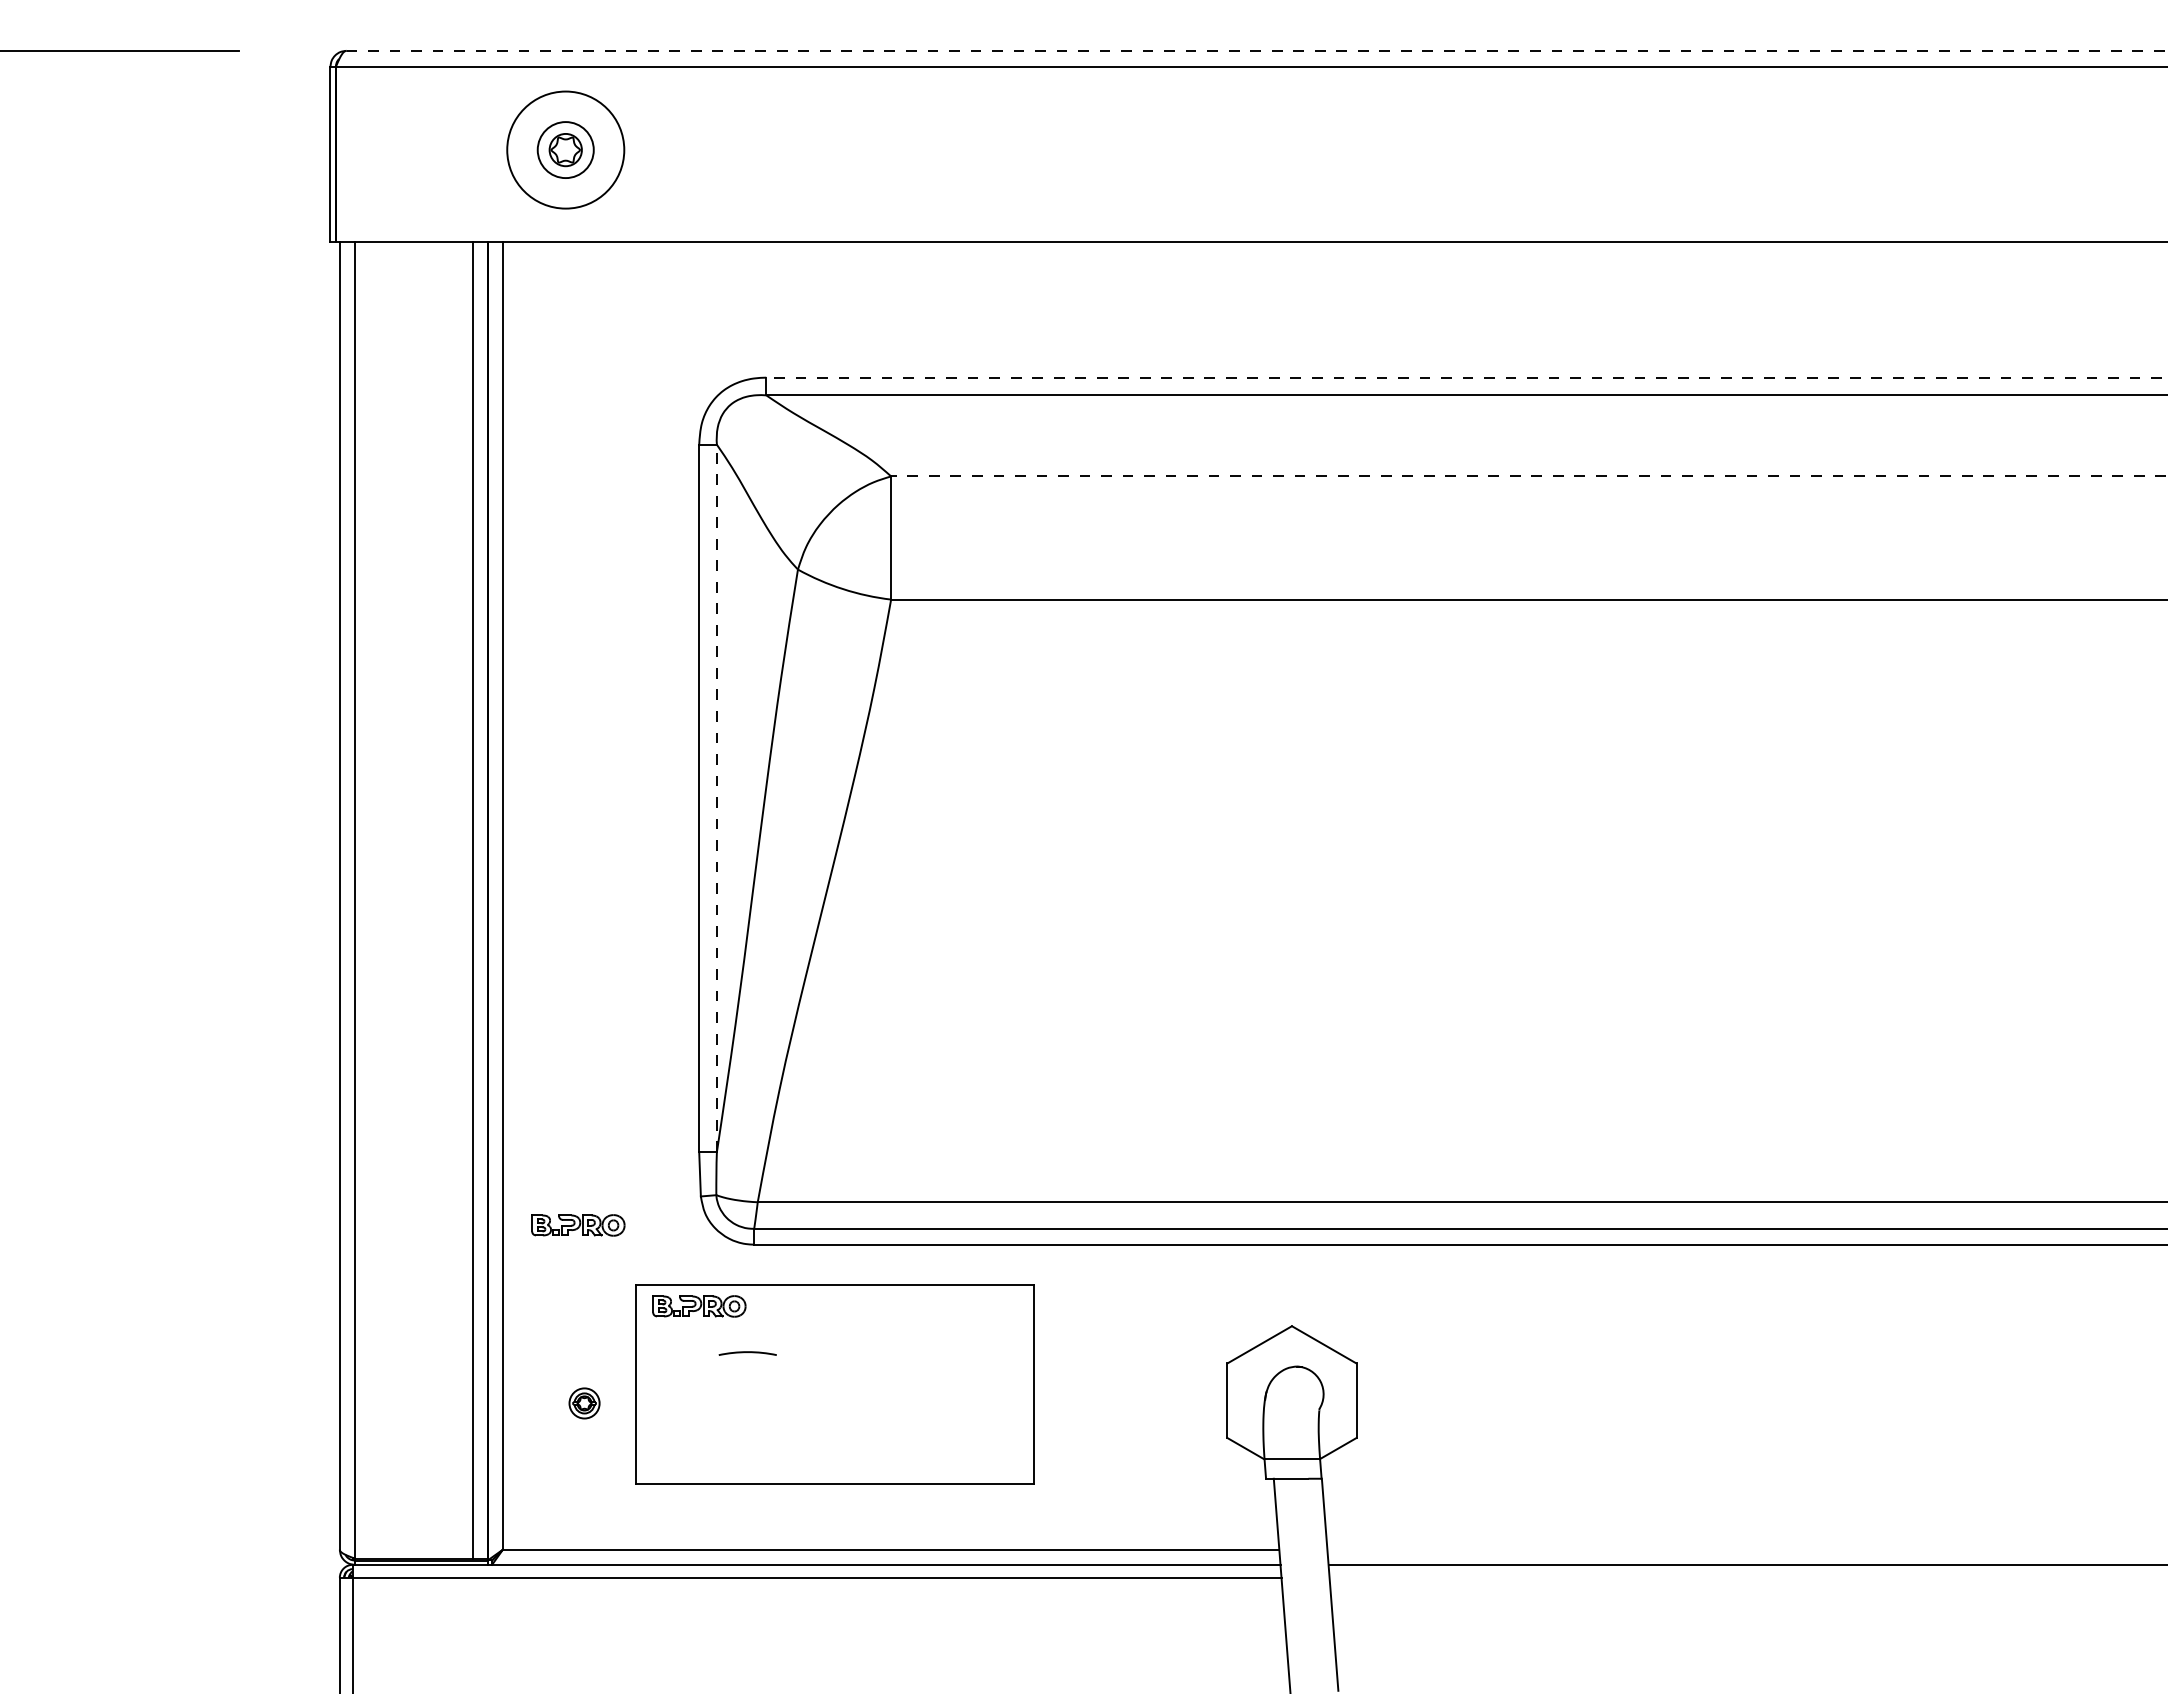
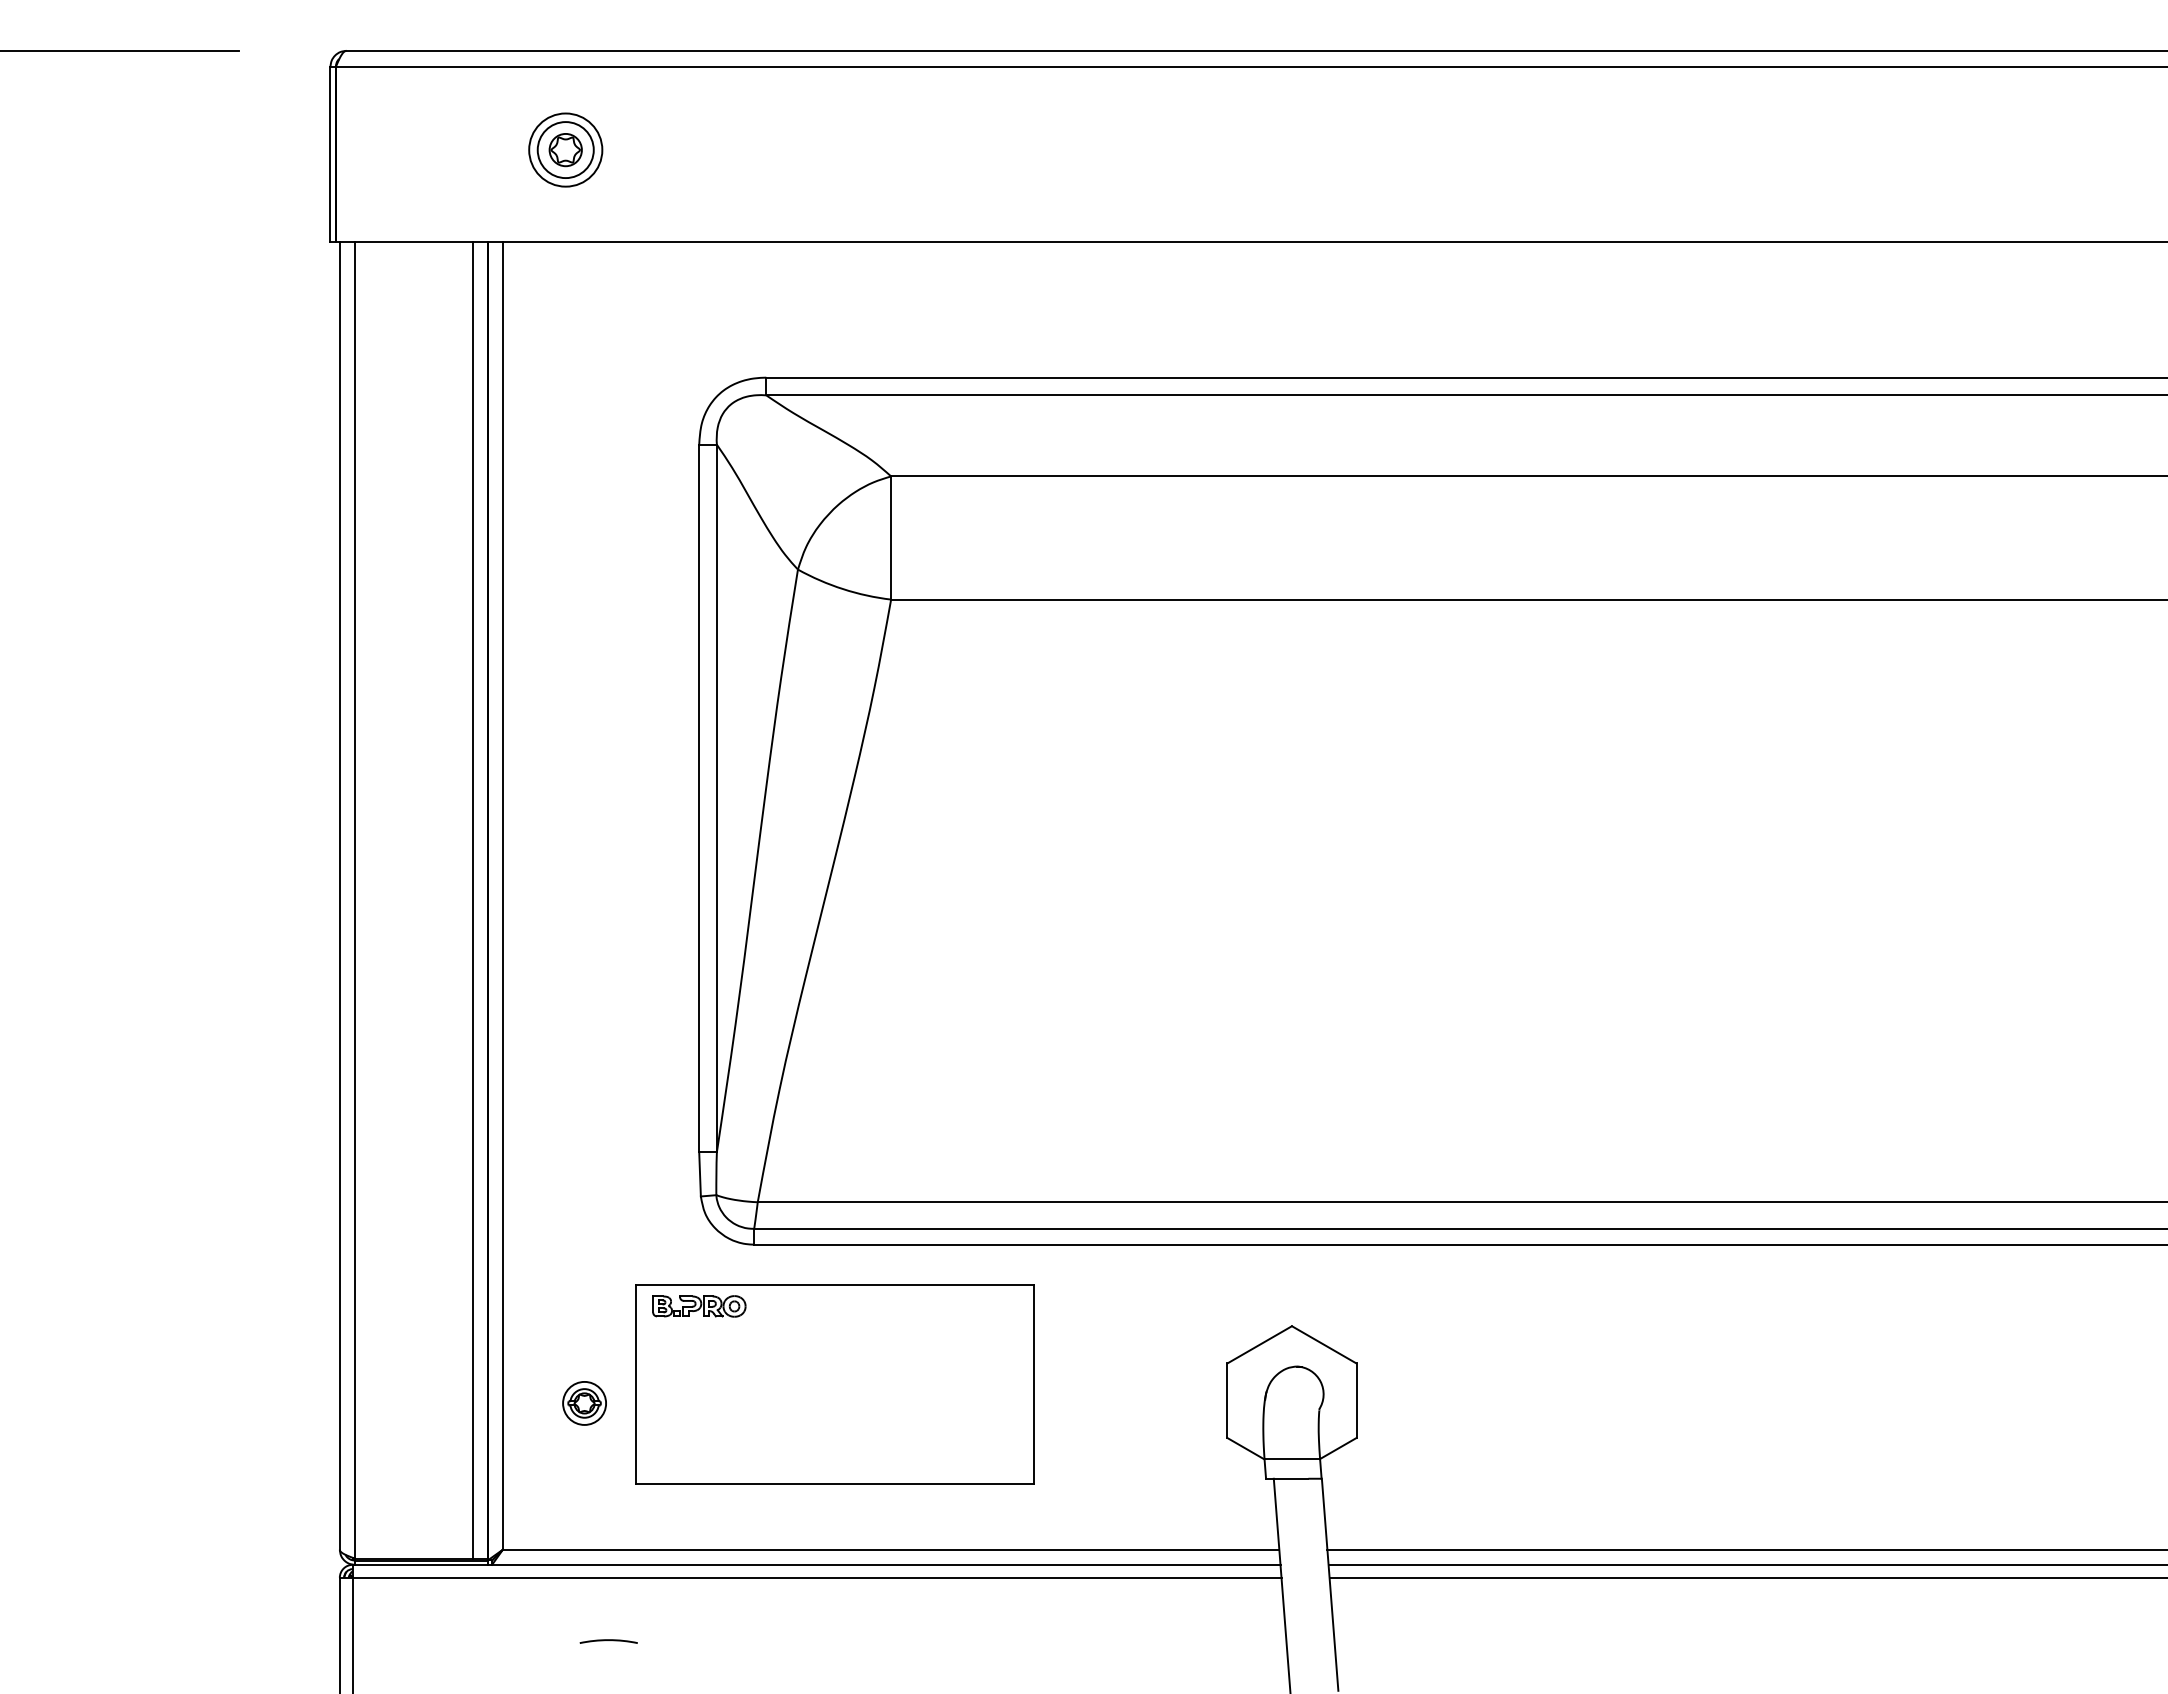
line at (1257, 50): dashed -> solid
circle at (565, 149) diameter: 117 px -> 73 px
line at (1466, 377): dashed -> solid
line at (1528, 476): dashed -> solid
line at (716, 798): dashed -> solid
part at (578, 1225): present -> none
arc at (747, 1352) position: (747, 1352) -> (608, 1640)
part at (584, 1403) size: 33x33 px -> 45x45 px
line at (1745, 1549): none -> present
line at (1746, 1577): none -> present
